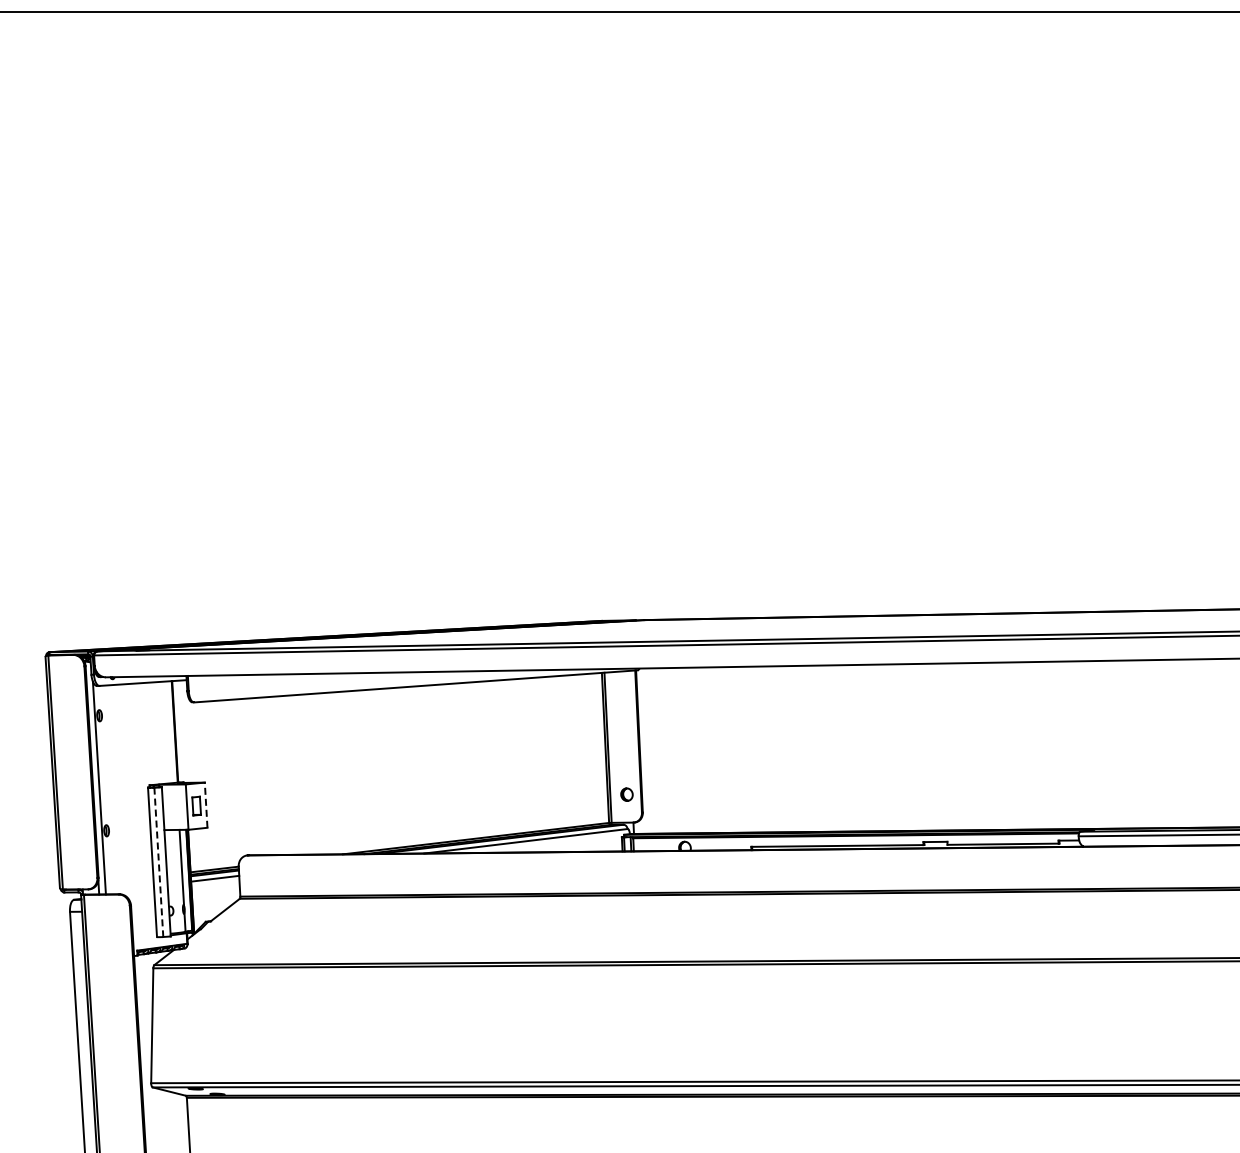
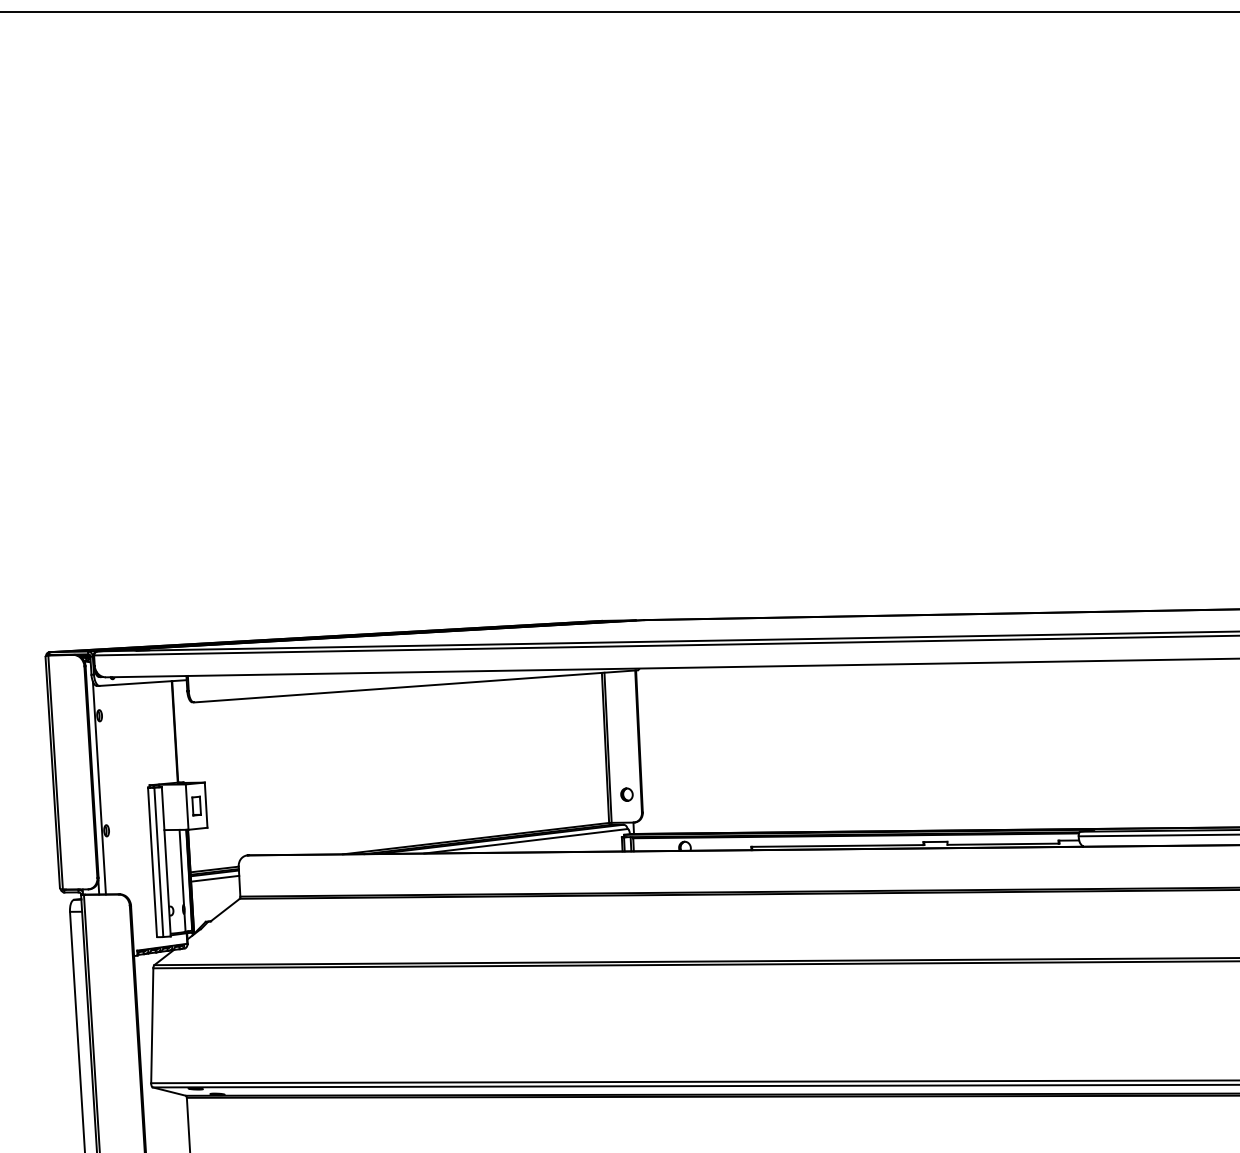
line at (206, 805): dashed -> solid
line at (158, 862): dashed -> solid
